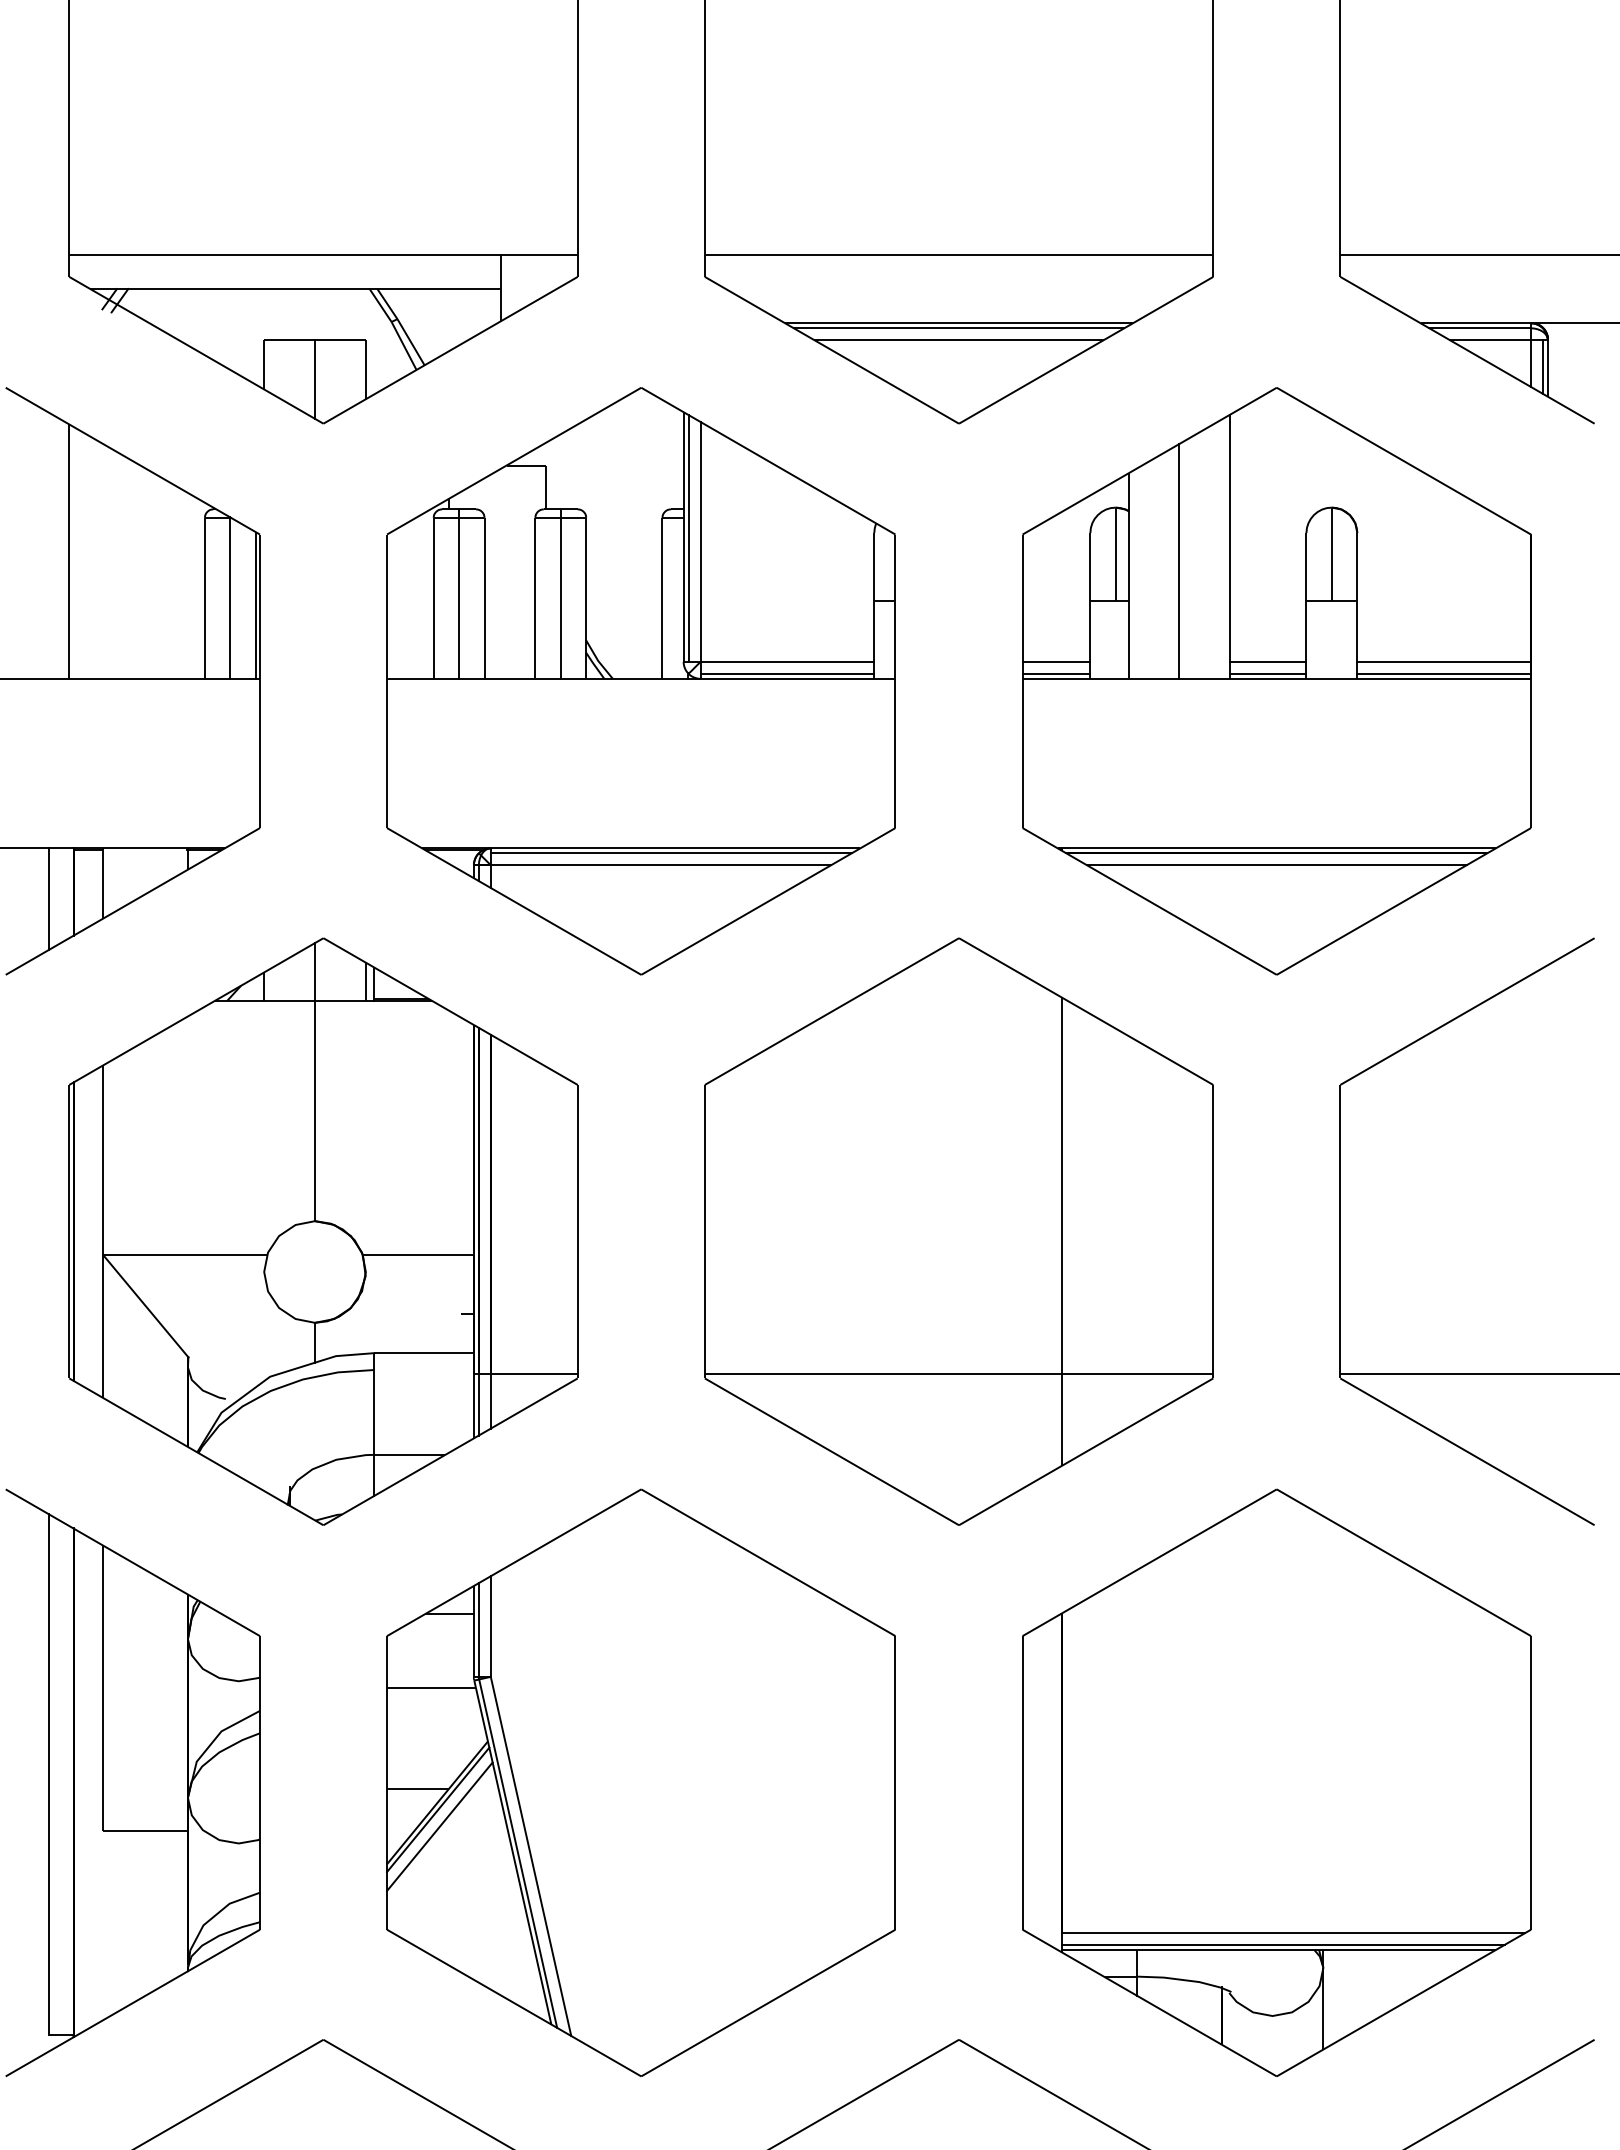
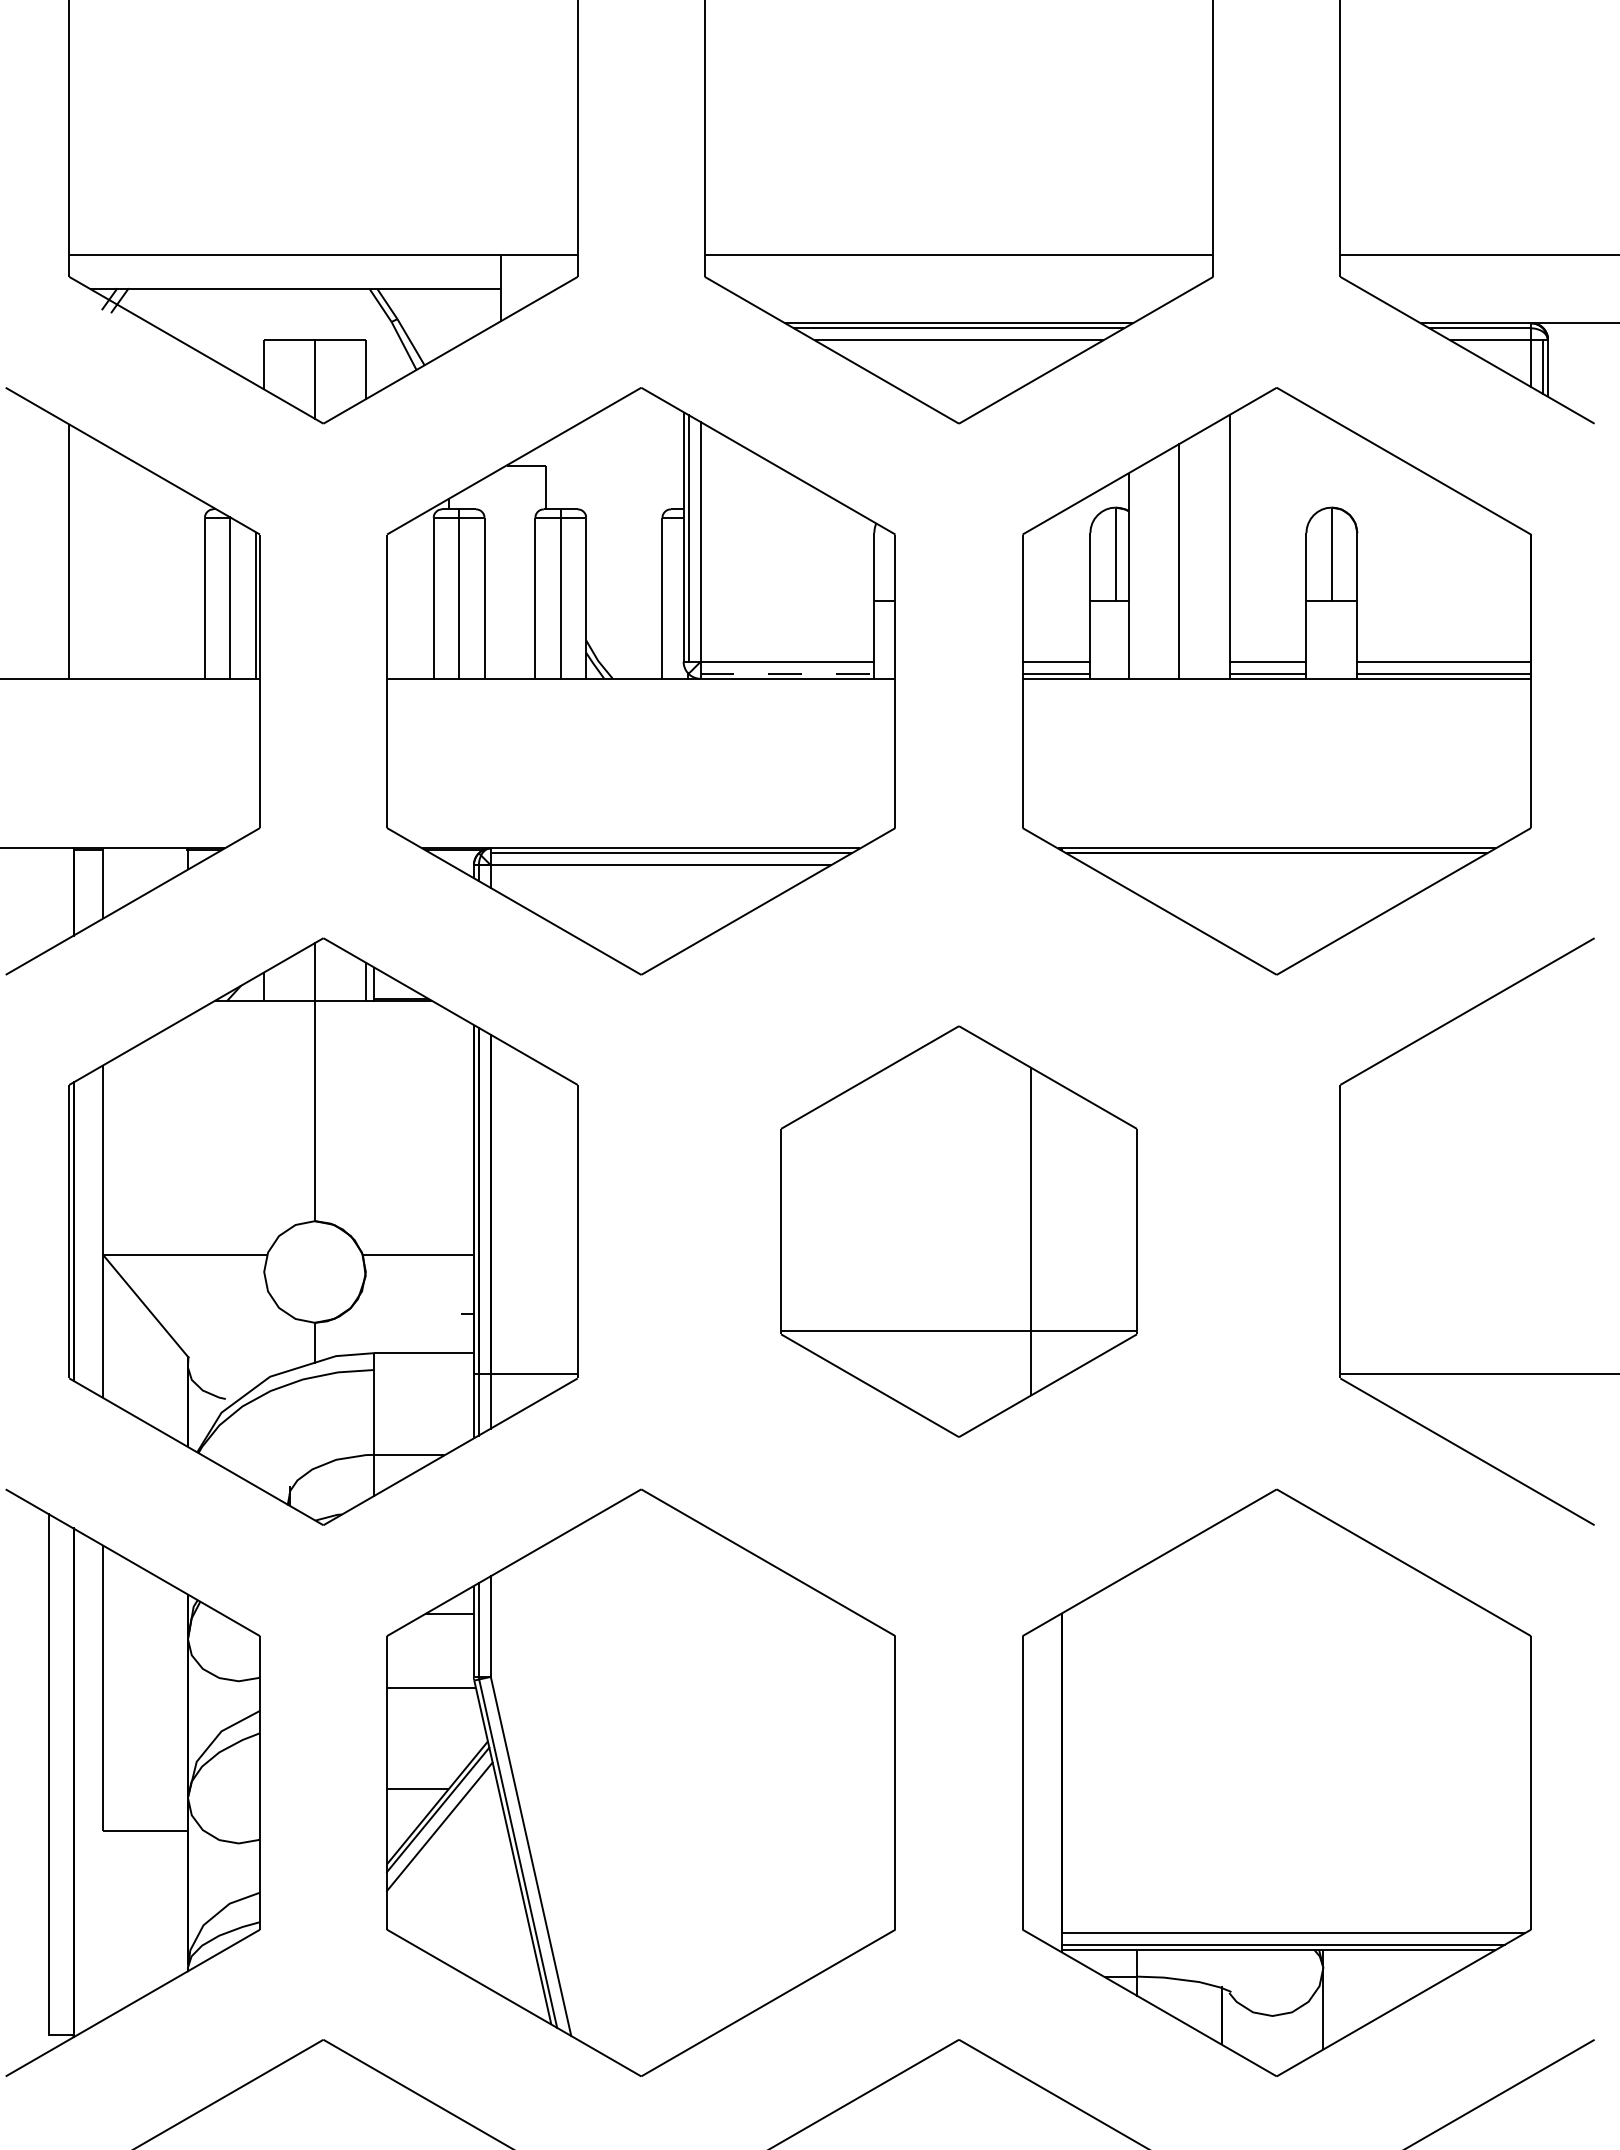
line at (787, 673): solid -> dashed
line at (1276, 865): present -> none
line at (48, 899): present -> none
part at (958, 1231) size: 510x589 px -> 358x413 px
